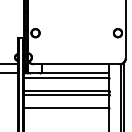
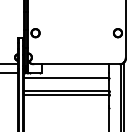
line at (74, 73): present -> none
line at (66, 107): present -> none
